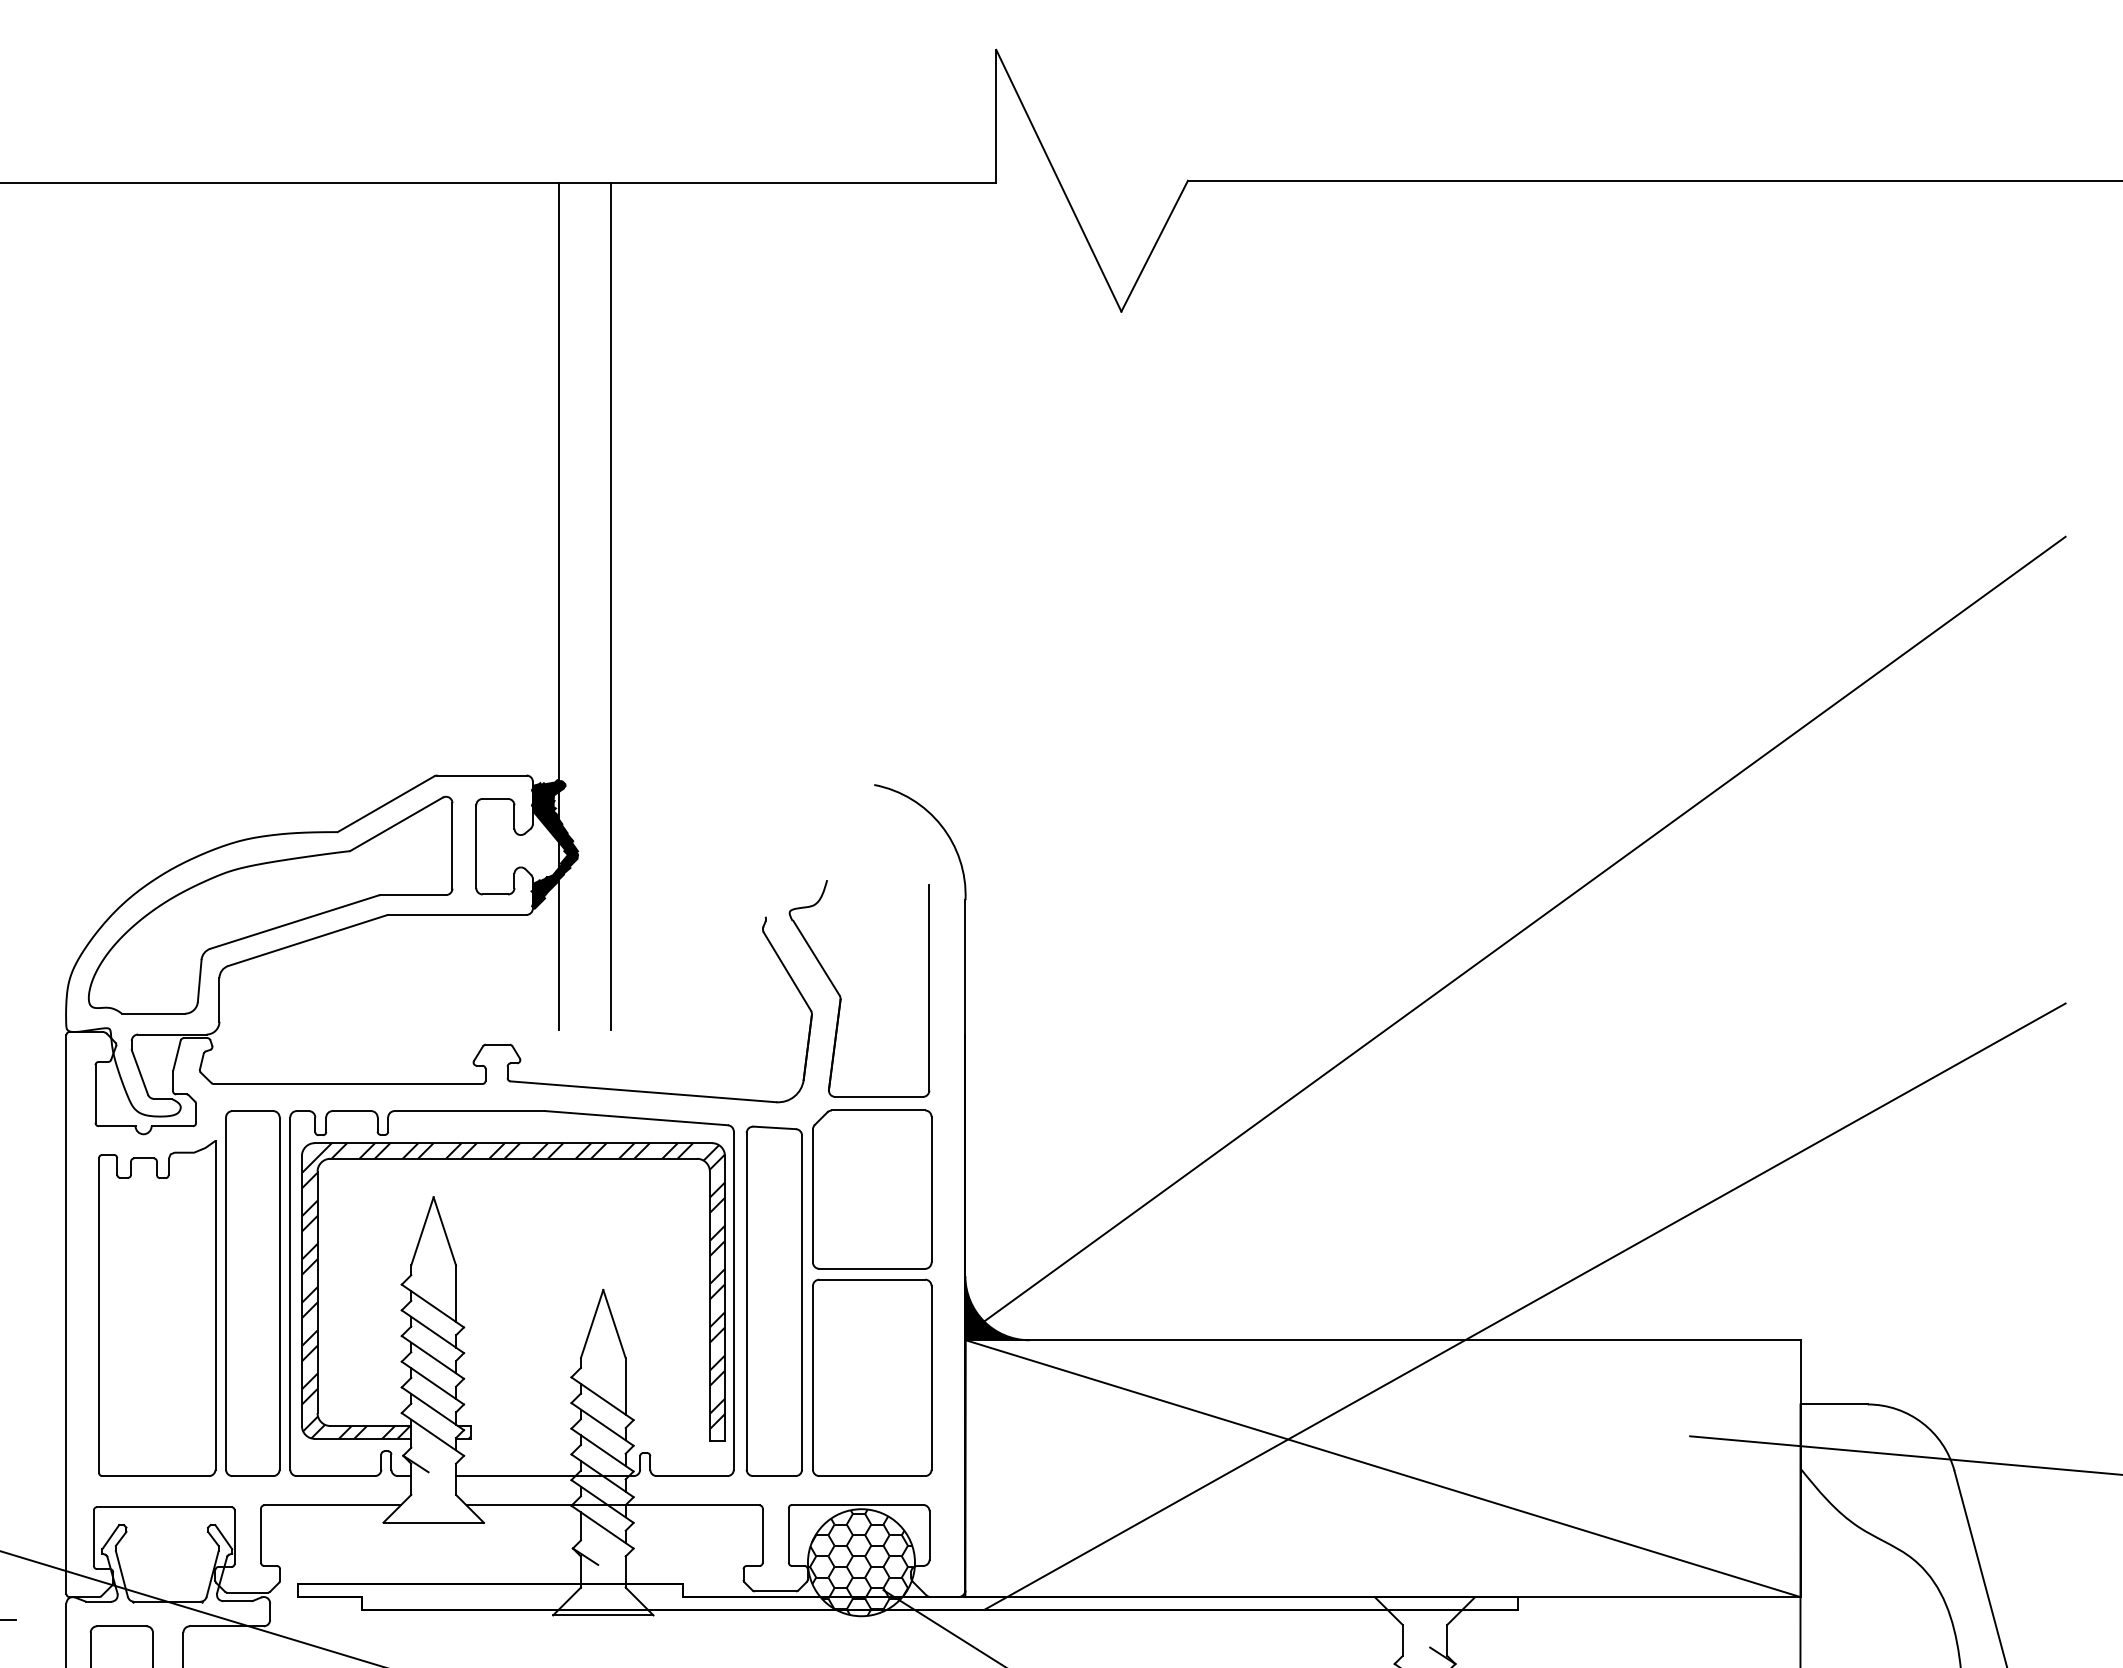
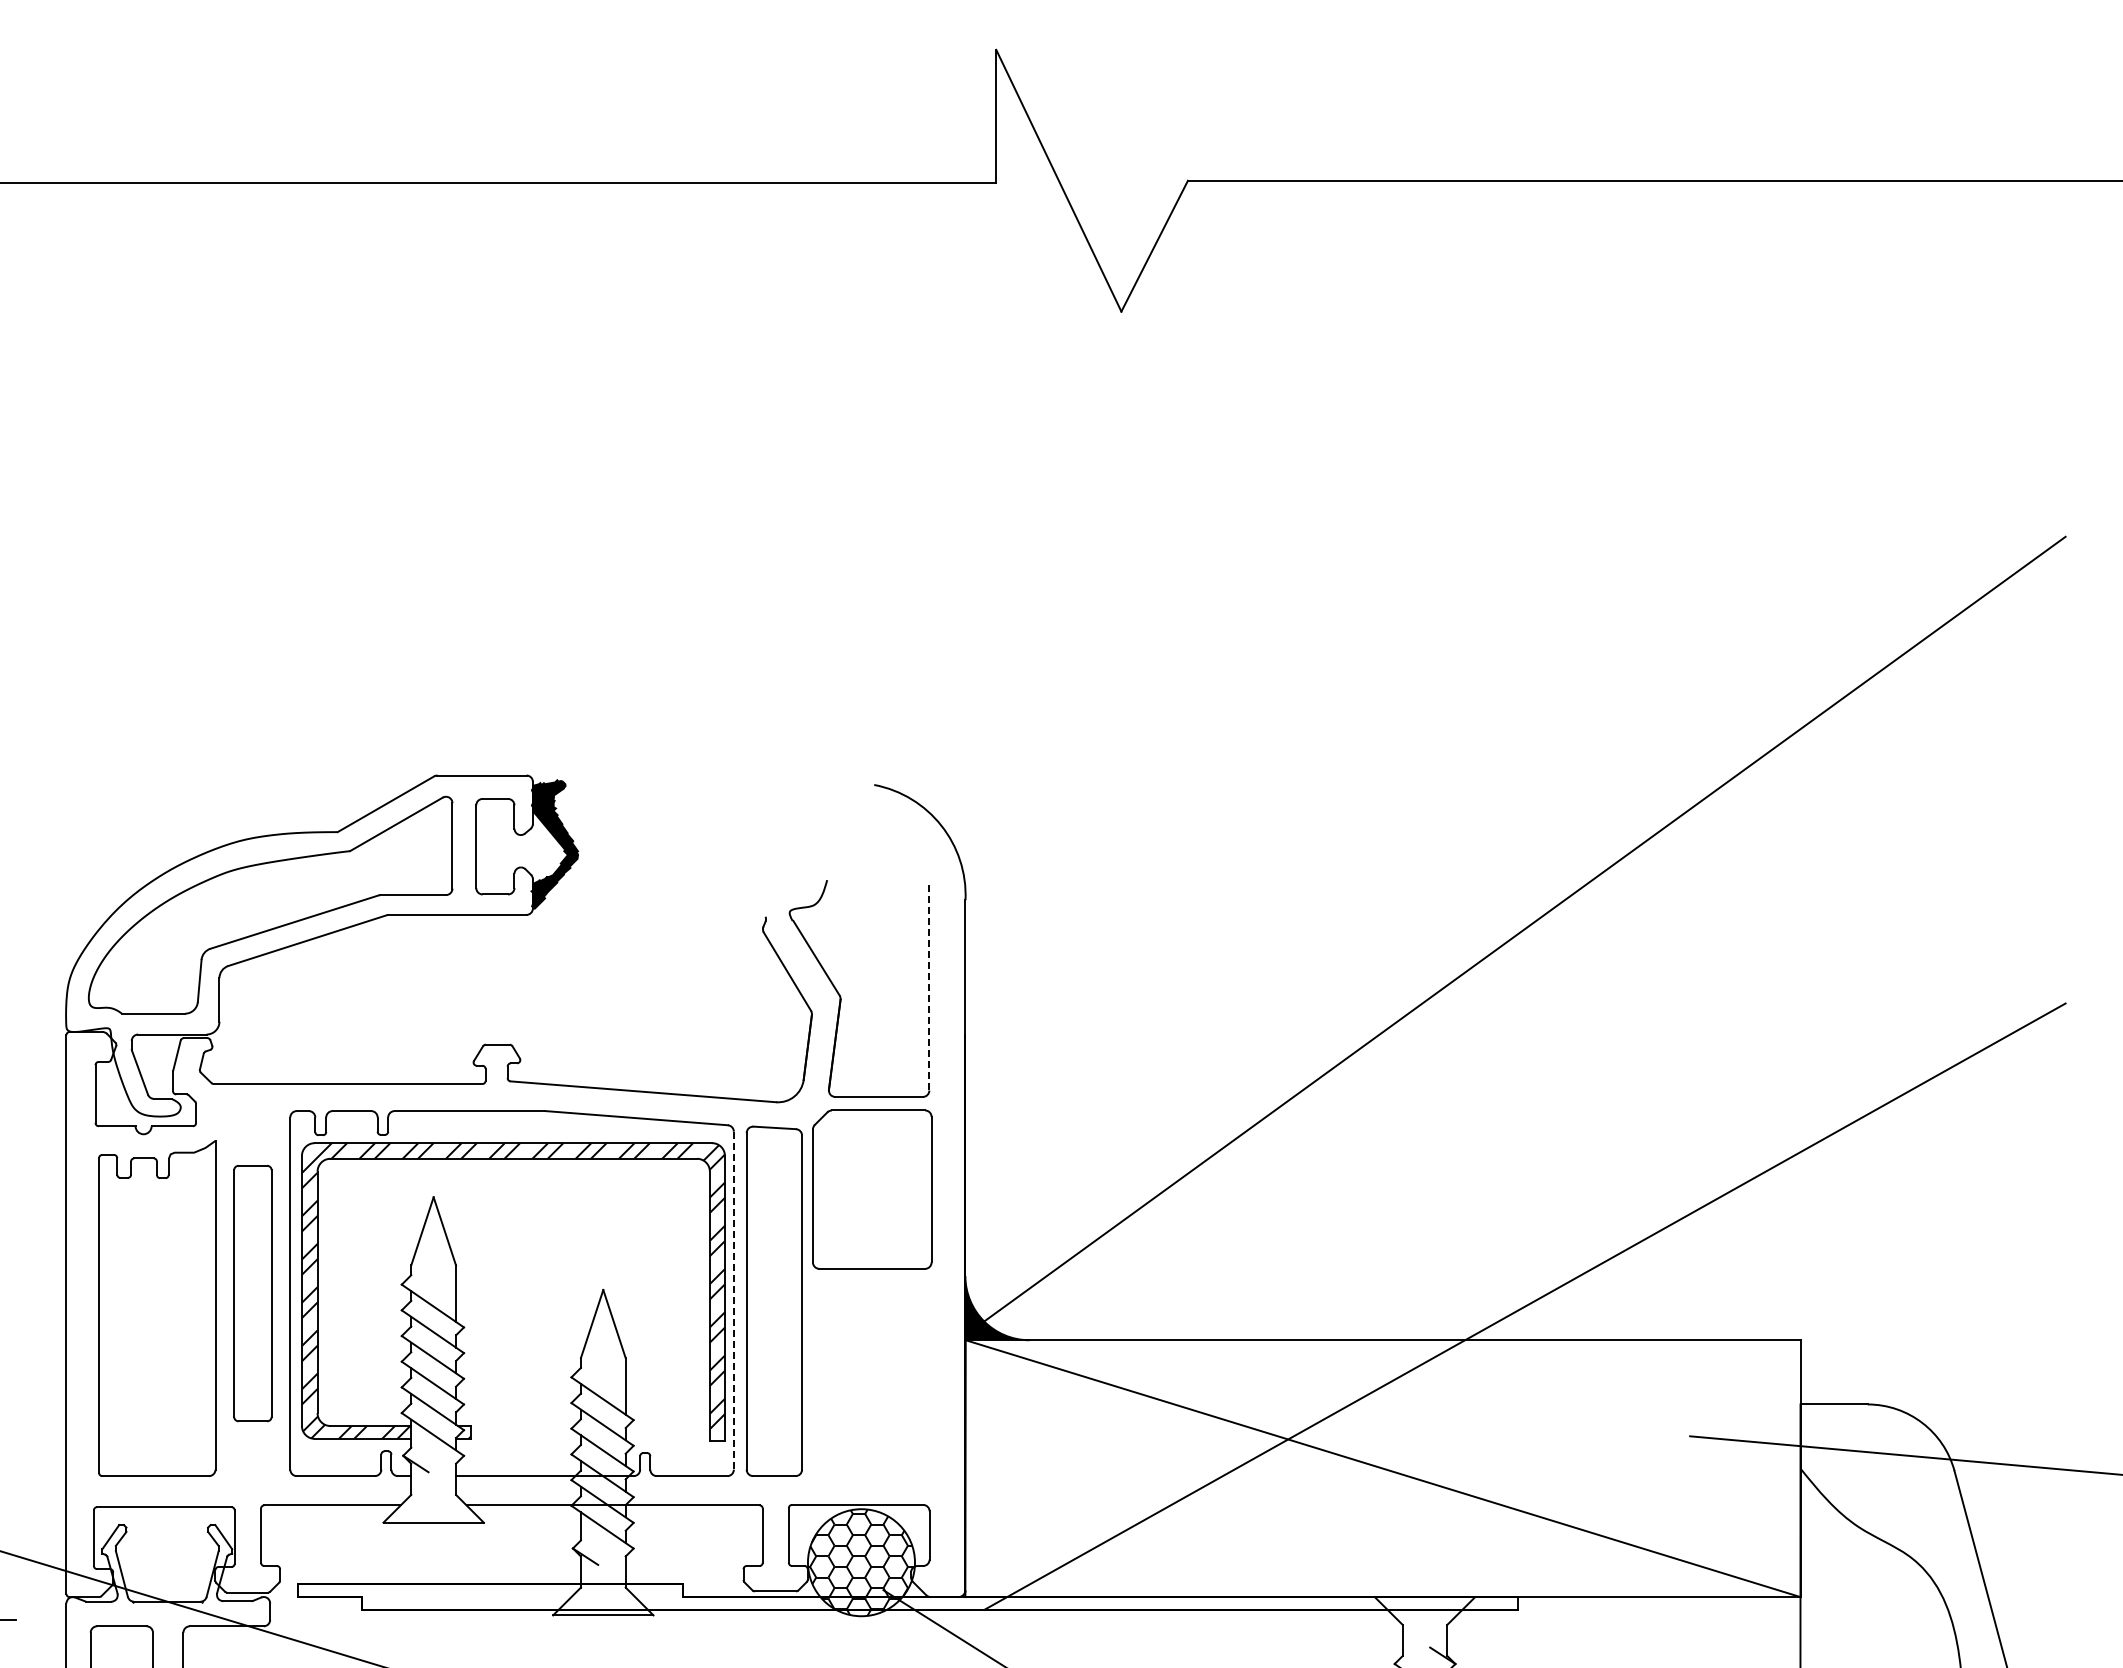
line at (559, 605): present -> none
line at (610, 605): present -> none
line at (929, 987): solid -> dashed
part at (252, 1293) size: 56x367 px -> 40x258 px
line at (733, 1301): solid -> dashed
part at (872, 1377): present -> none
